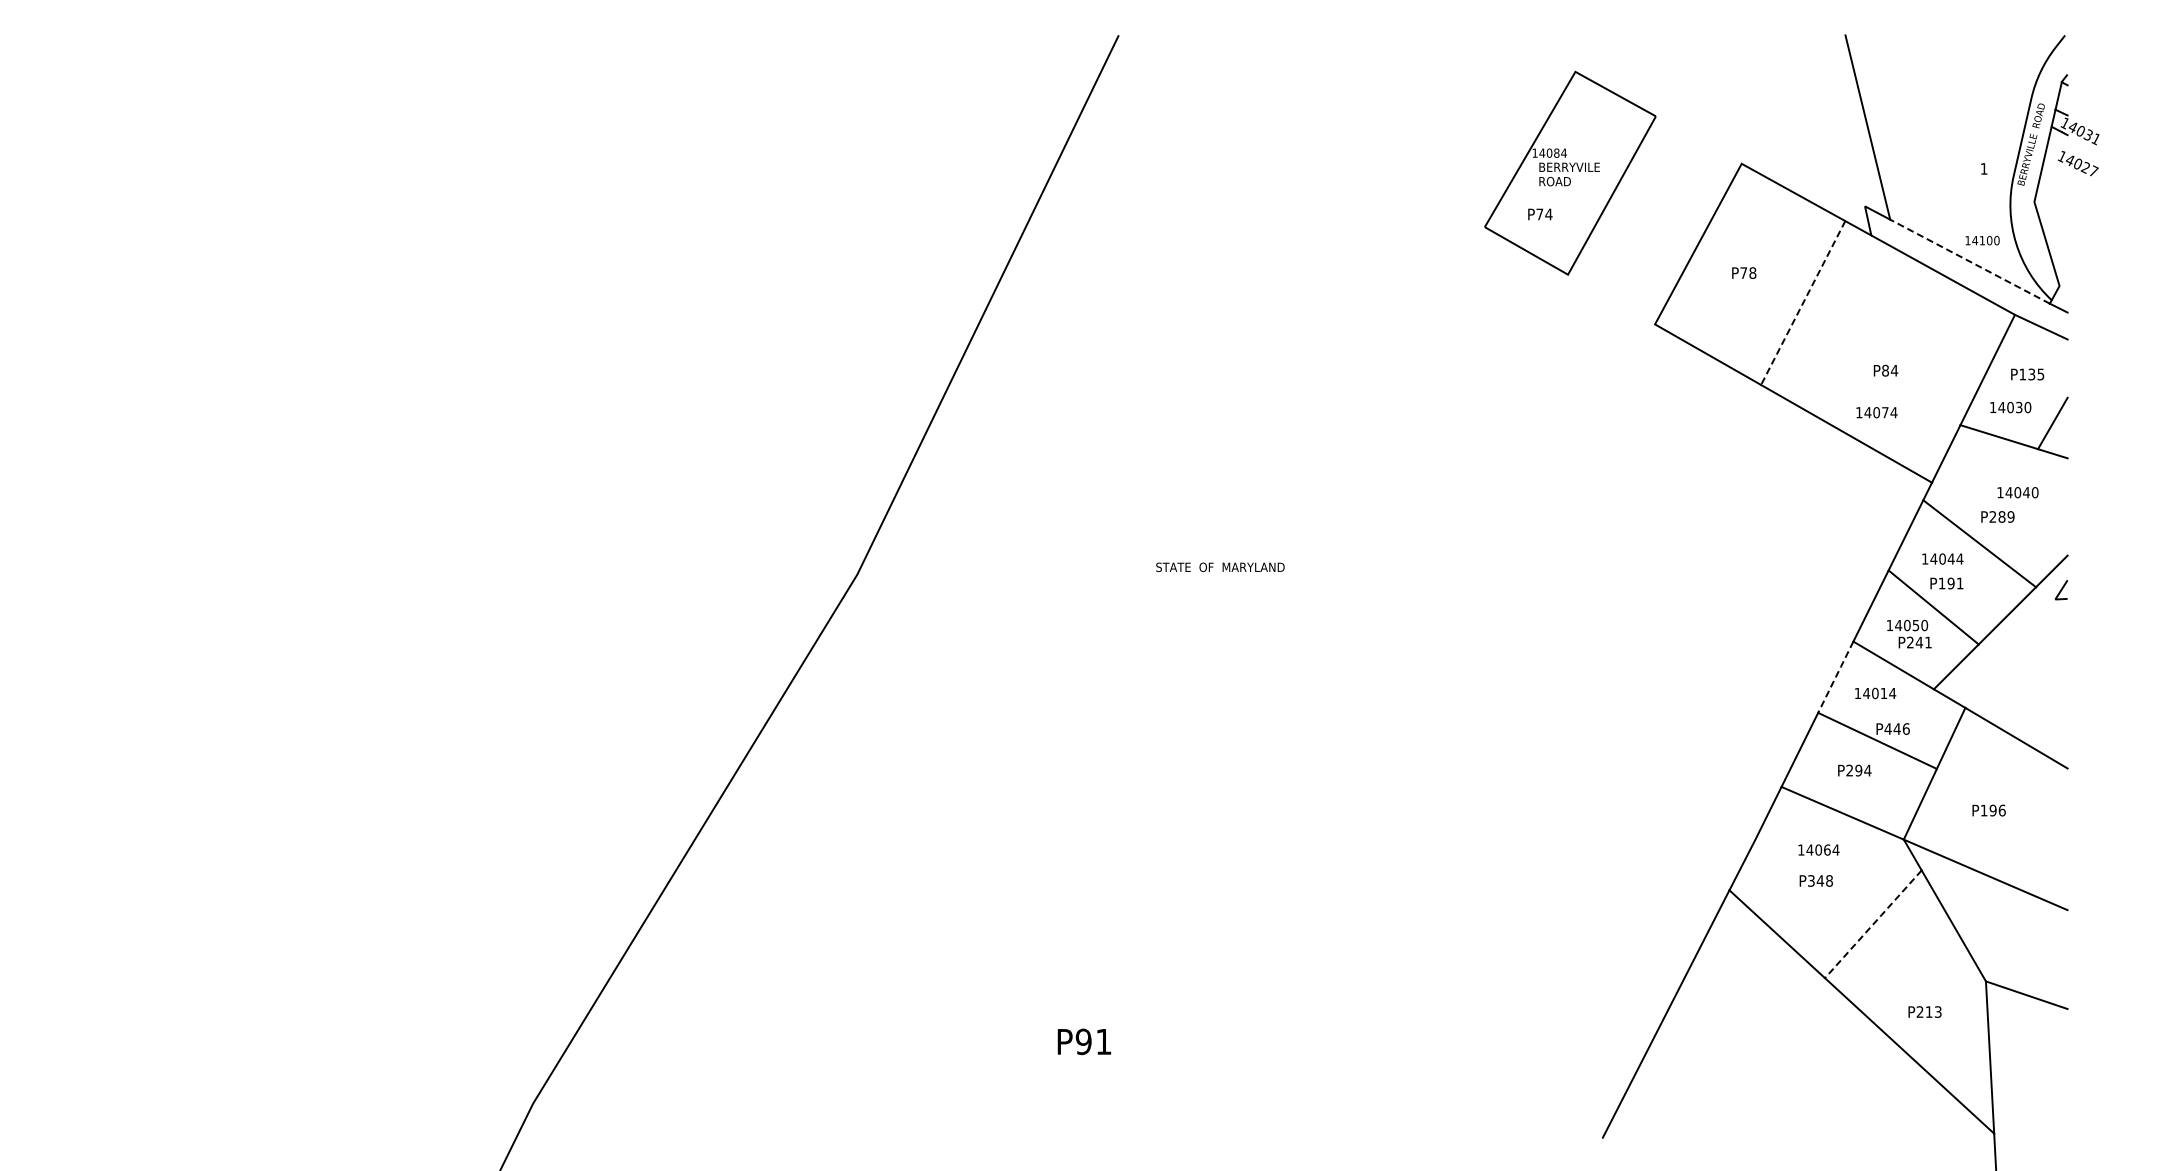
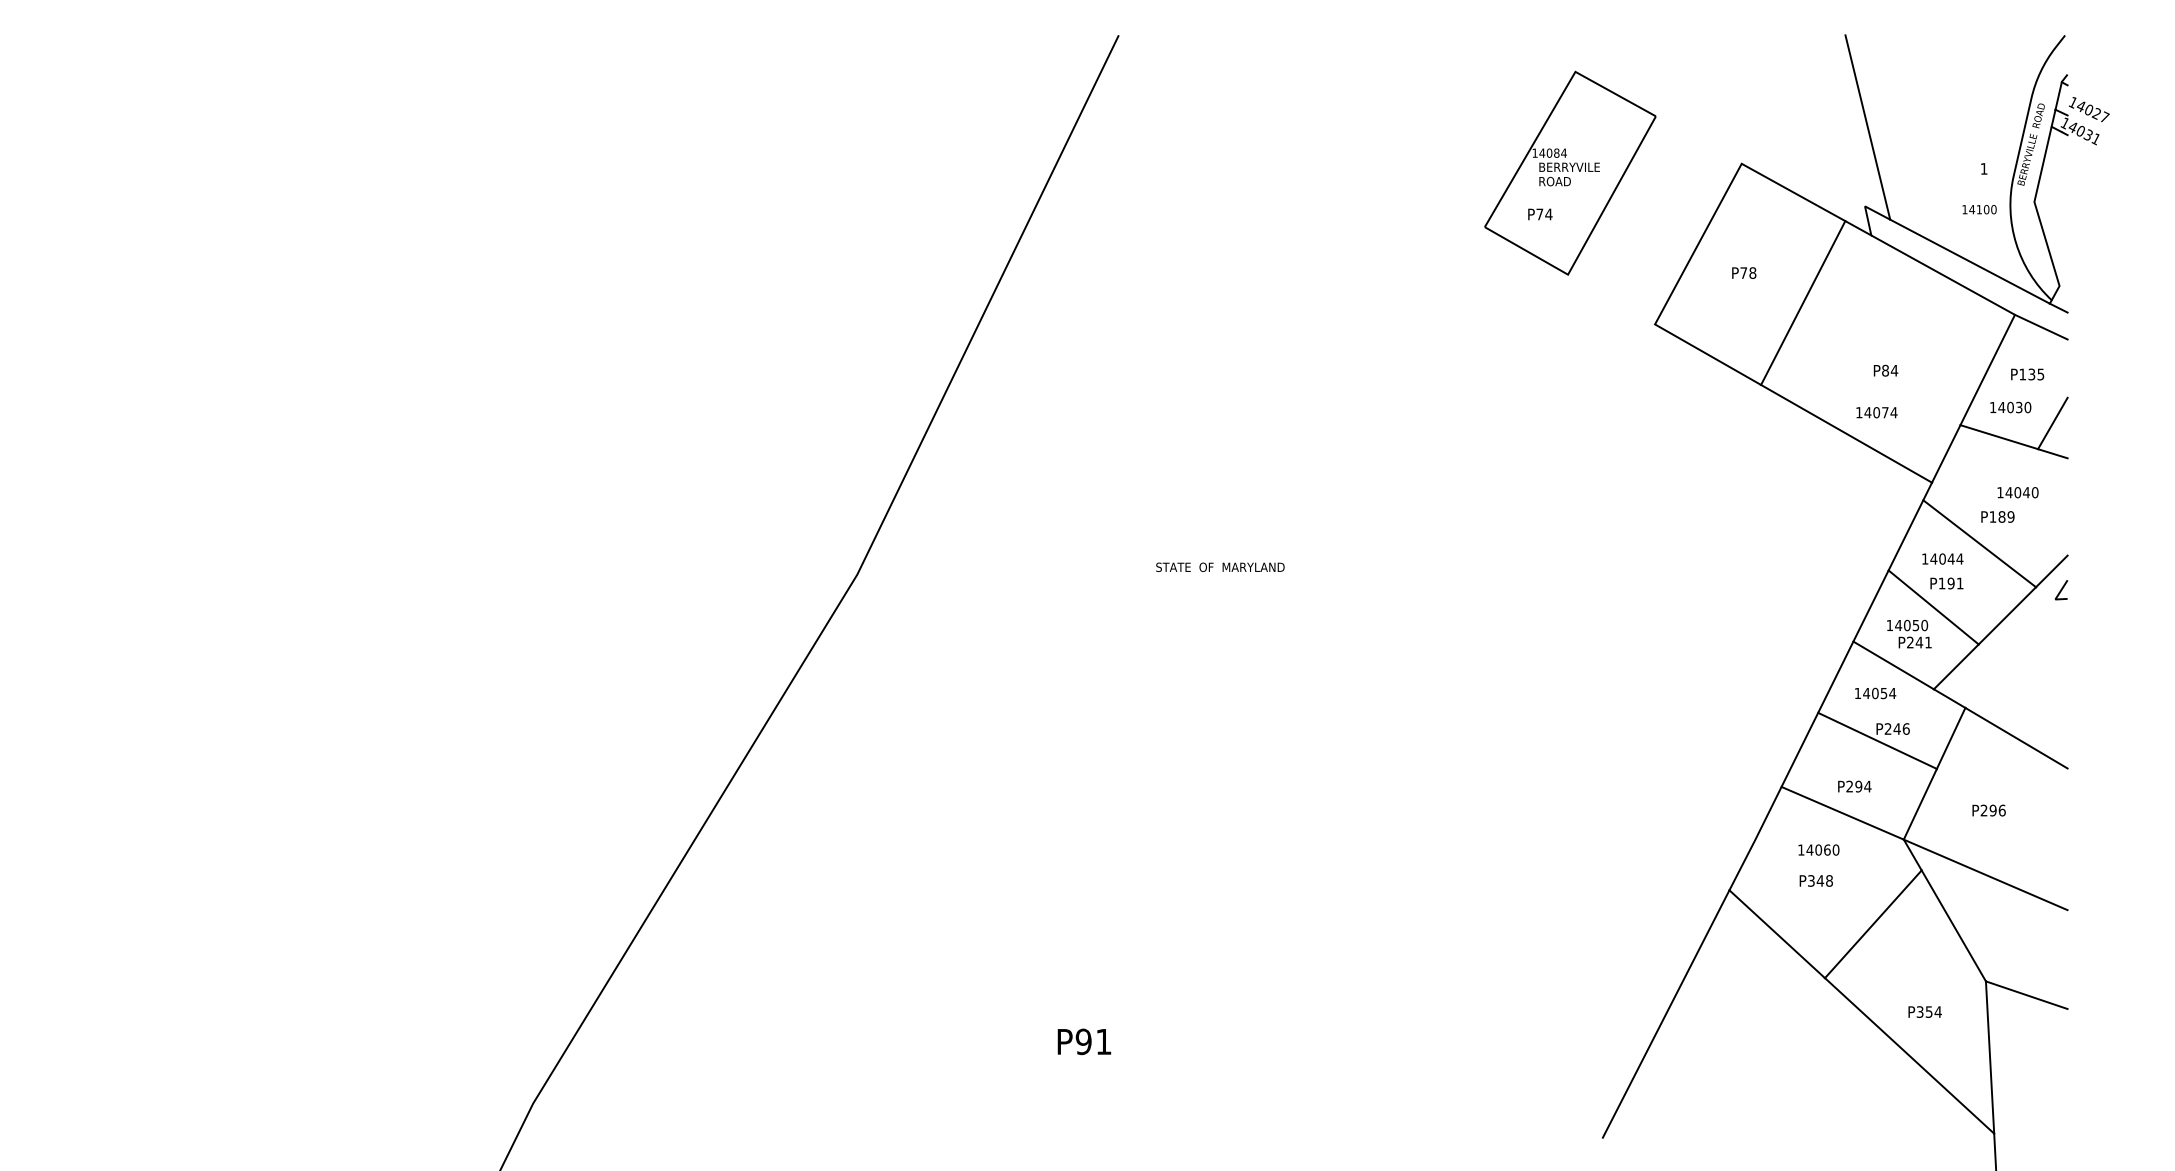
text at (2077, 163) position: (2077, 163) -> (2088, 109)
text at (1982, 240) position: (1982, 240) -> (1979, 209)
line at (1969, 261): dashed -> solid
line at (1802, 303): dashed -> solid
text at (1992, 516): P289 -> P189
line at (1835, 677): dashed -> solid
text at (1883, 693): 14014 -> 14054
text at (1887, 728): P446 -> P246
text at (1854, 770) position: (1854, 770) -> (1854, 786)
text at (1983, 810): P196 -> P296
text at (1835, 849): 14064 -> 14060
line at (1873, 924): dashed -> solid
text at (1928, 1011): P213 -> P354
